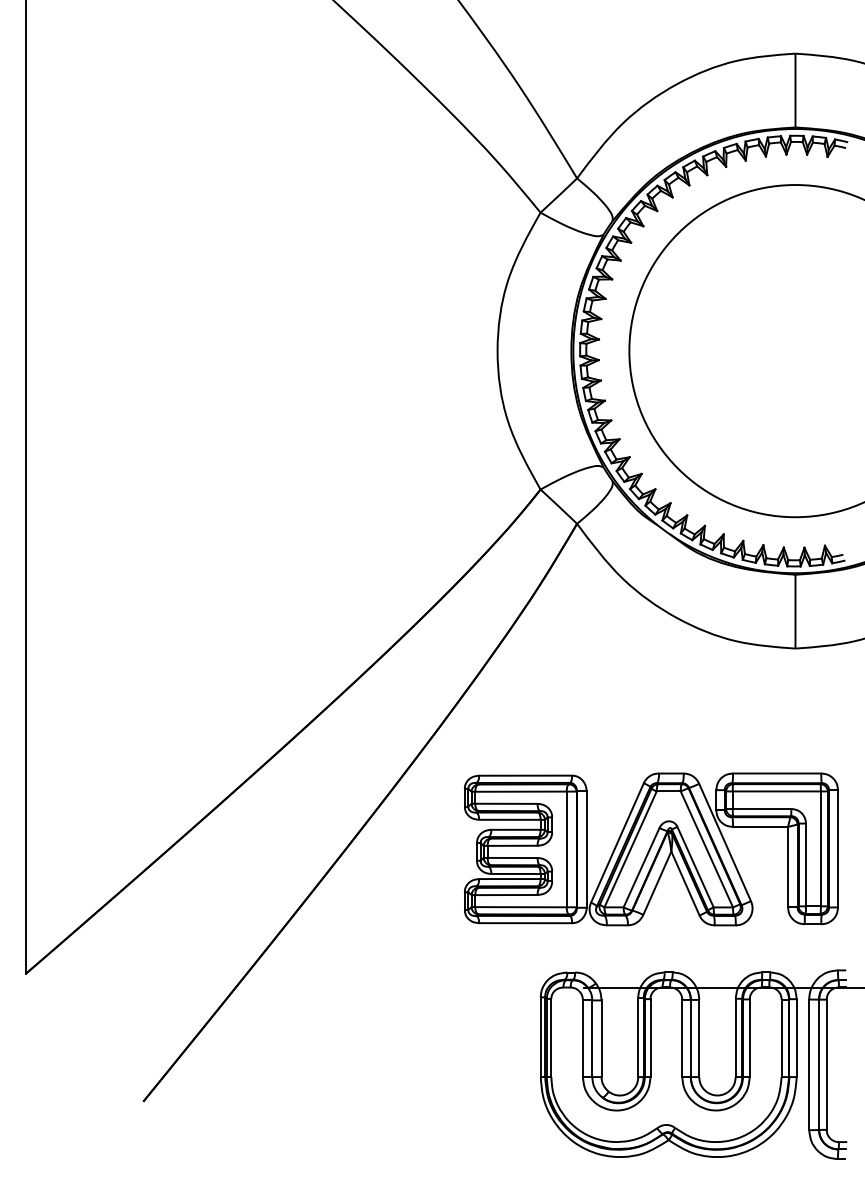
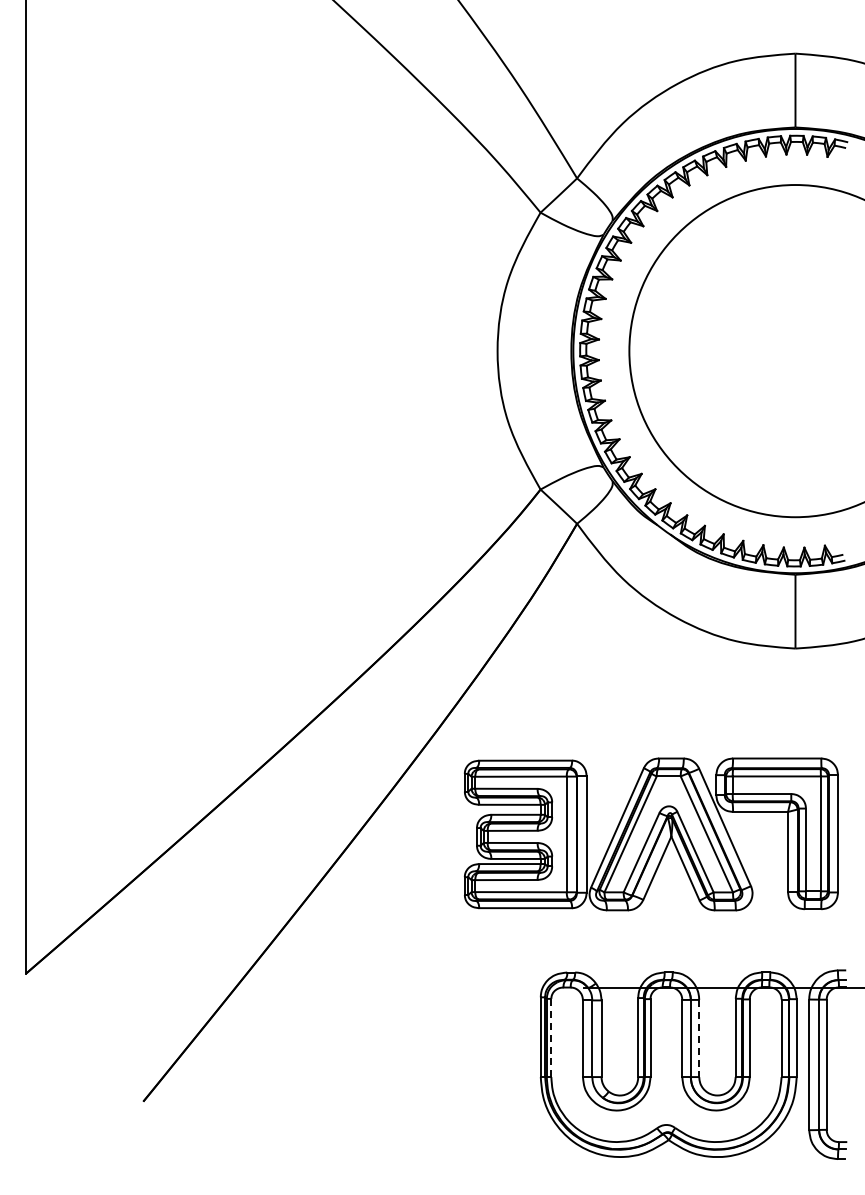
part at (651, 849) position: (651, 849) -> (651, 834)
line at (551, 1038): solid -> dashed
line at (699, 1038): solid -> dashed
